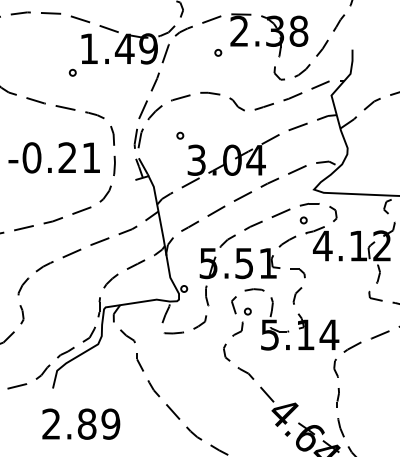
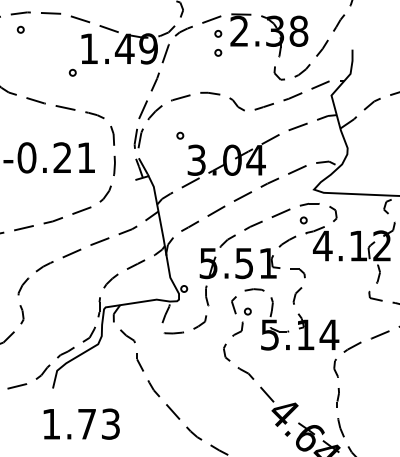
part at (20, 29): none -> present
part at (218, 33): none -> present
text at (53, 157) position: (53, 157) -> (48, 157)
text at (81, 423): 2.89 -> 1.73
